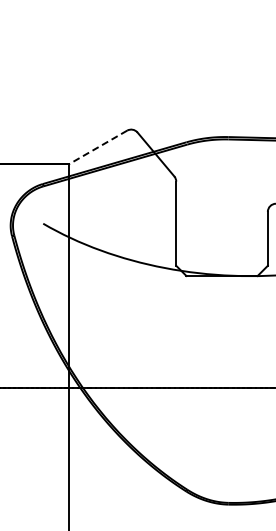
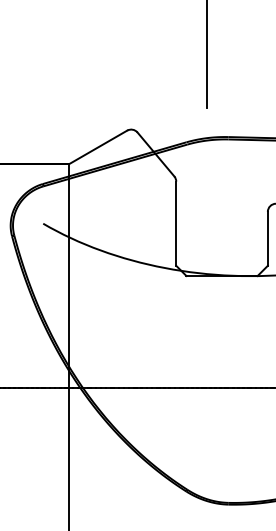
line at (206, 54): none -> present
line at (97, 147): dashed -> solid
